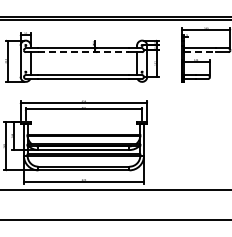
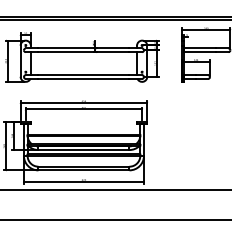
line at (83, 52): dashed -> solid
line at (200, 52): dashed -> solid
